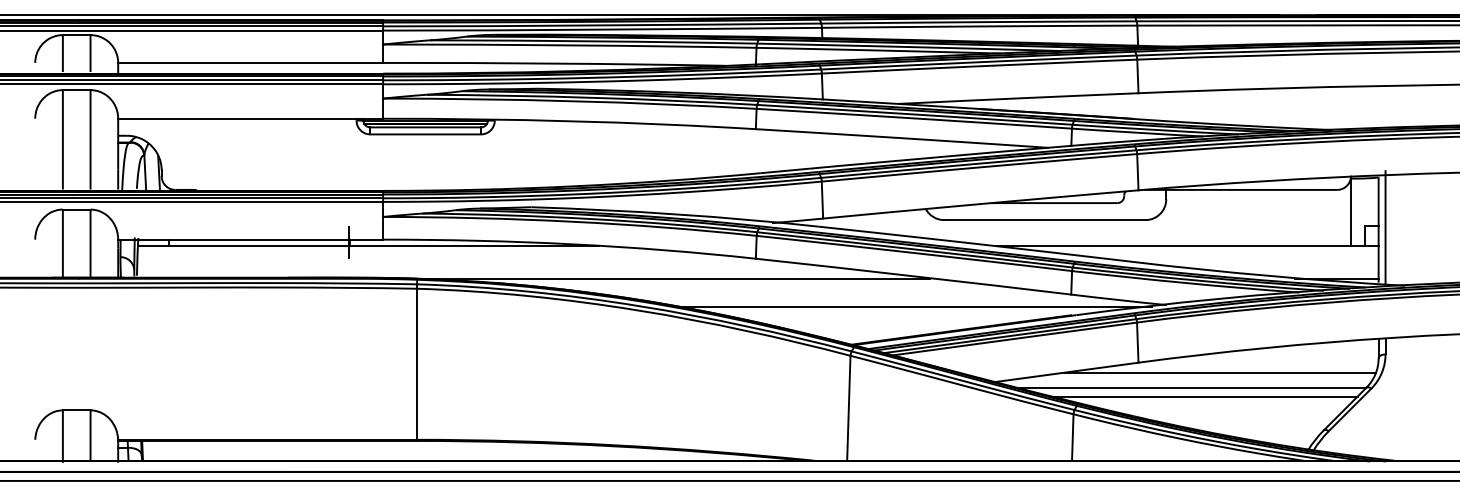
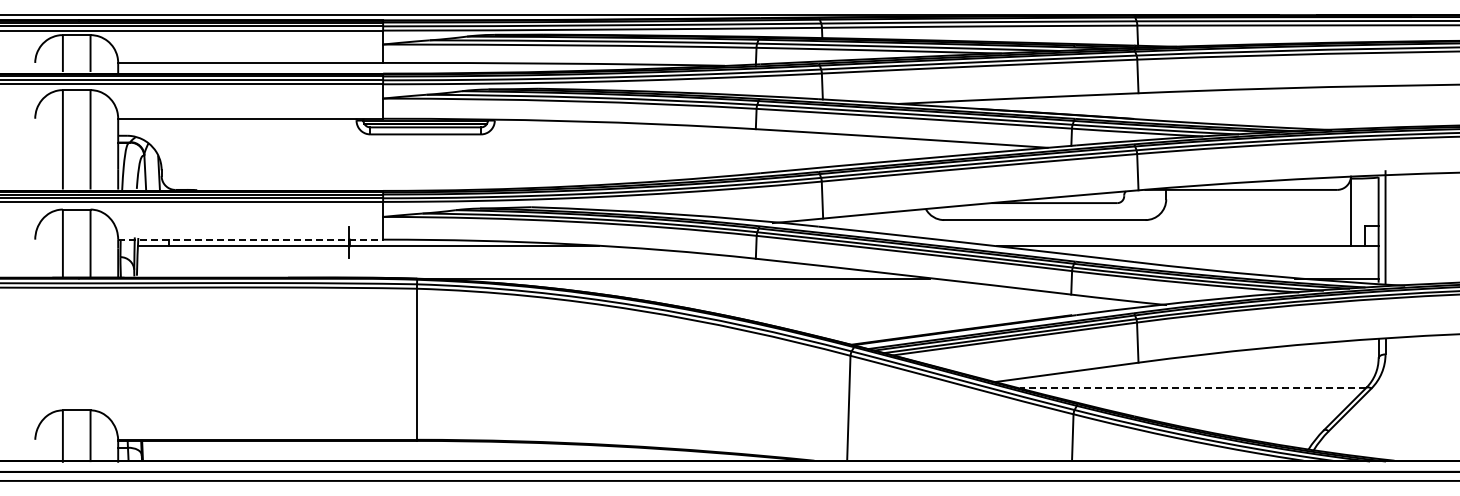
line at (251, 239): solid -> dashed
line at (914, 306): present -> none
line at (1219, 372): present -> none
line at (1192, 388): solid -> dashed
line at (1205, 396): present -> none
